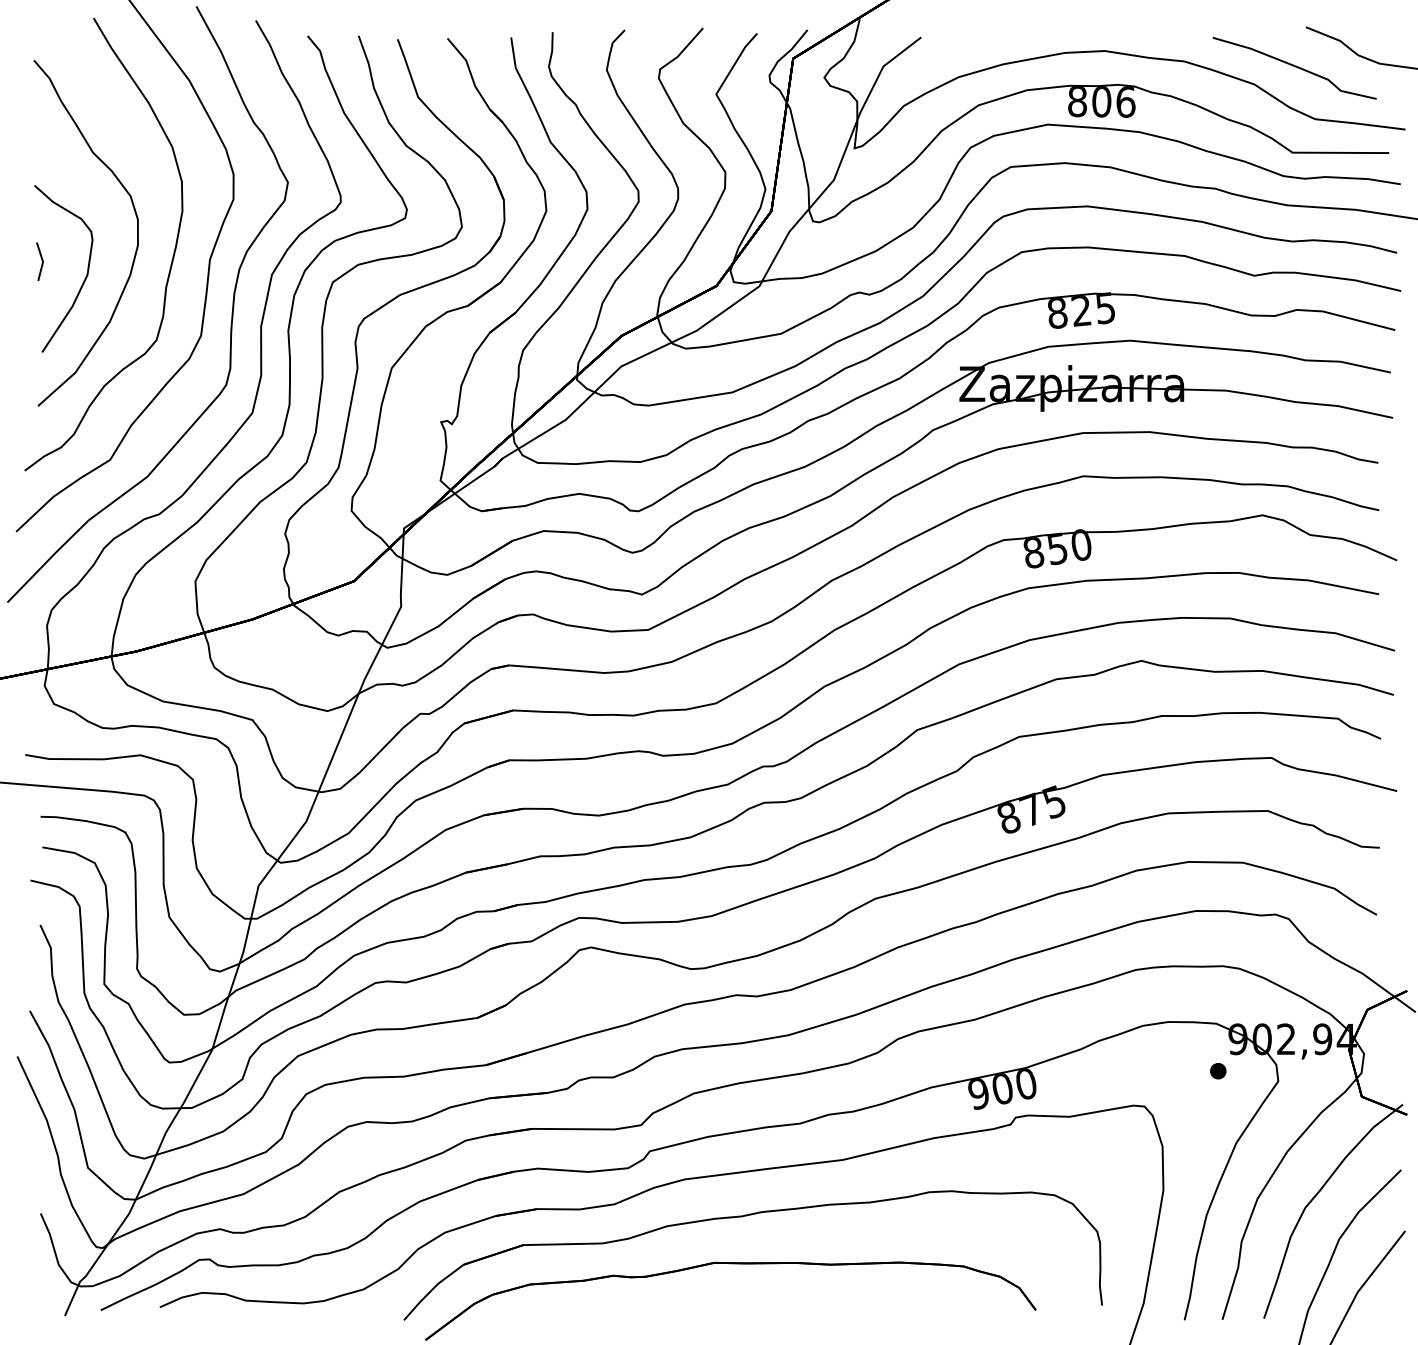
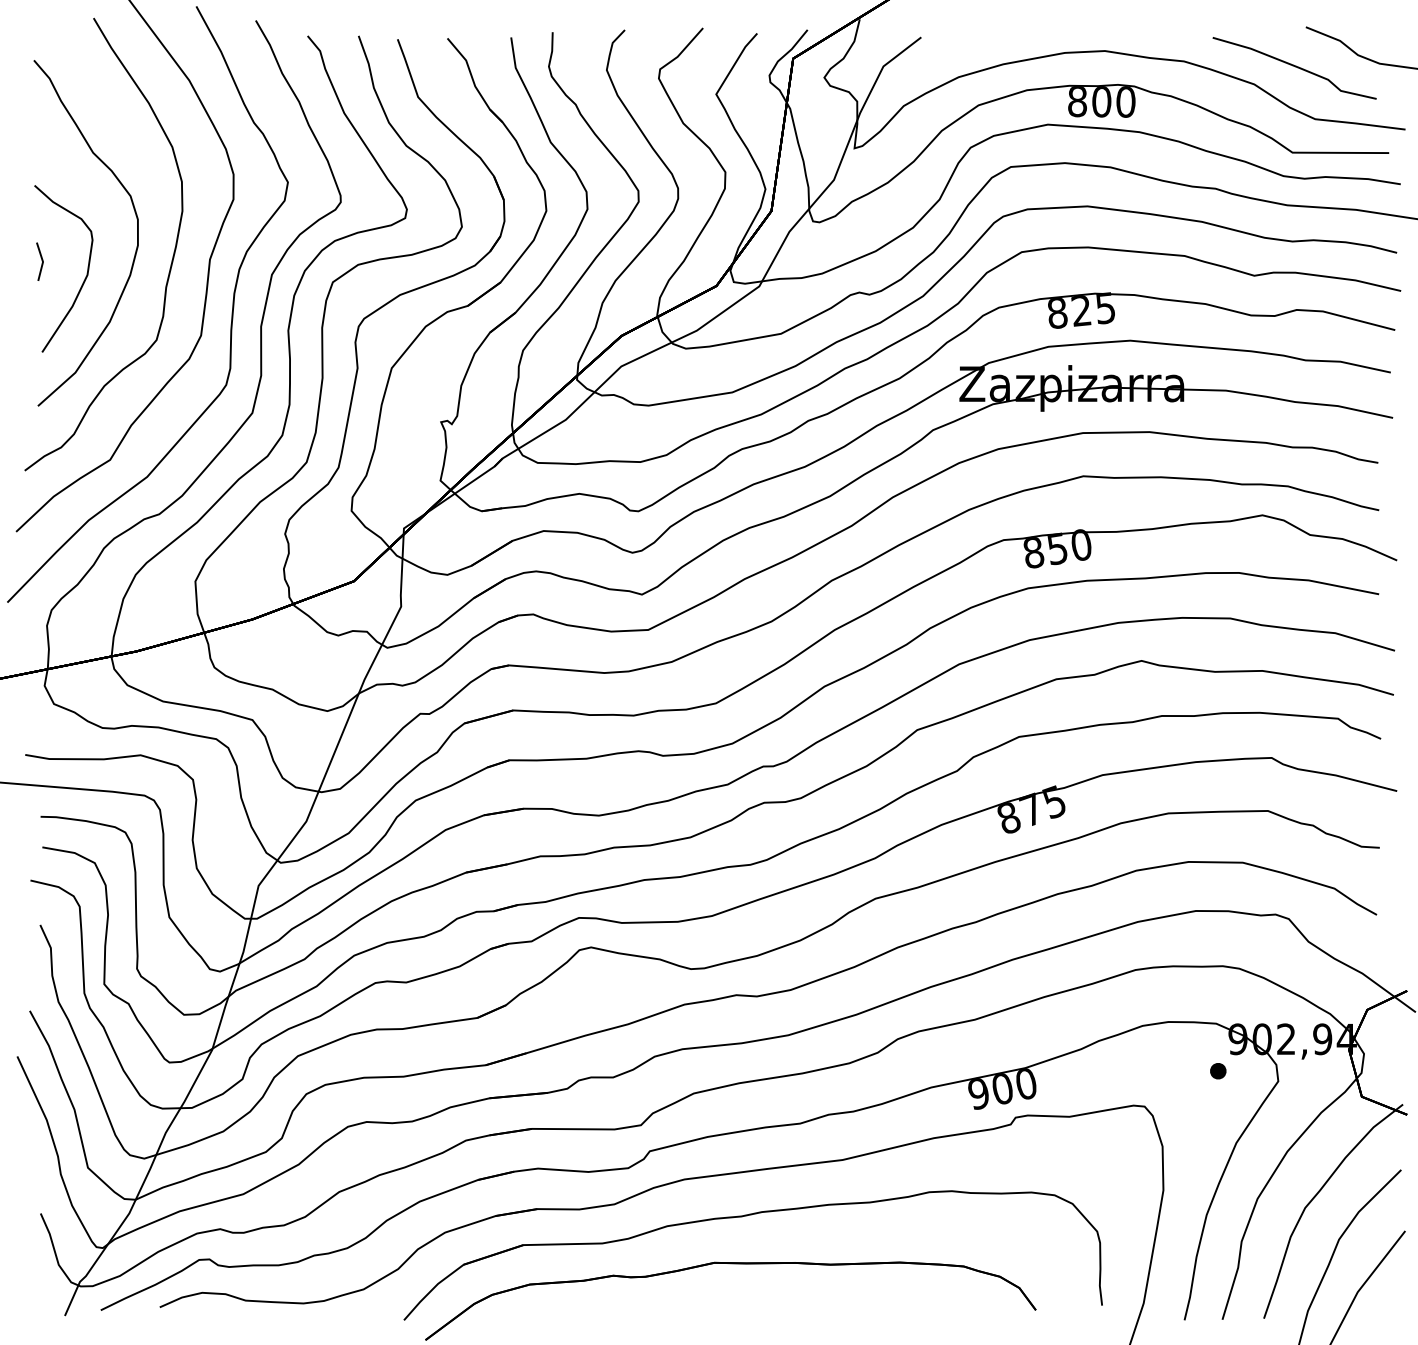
text at (1125, 101): 806 -> 800
